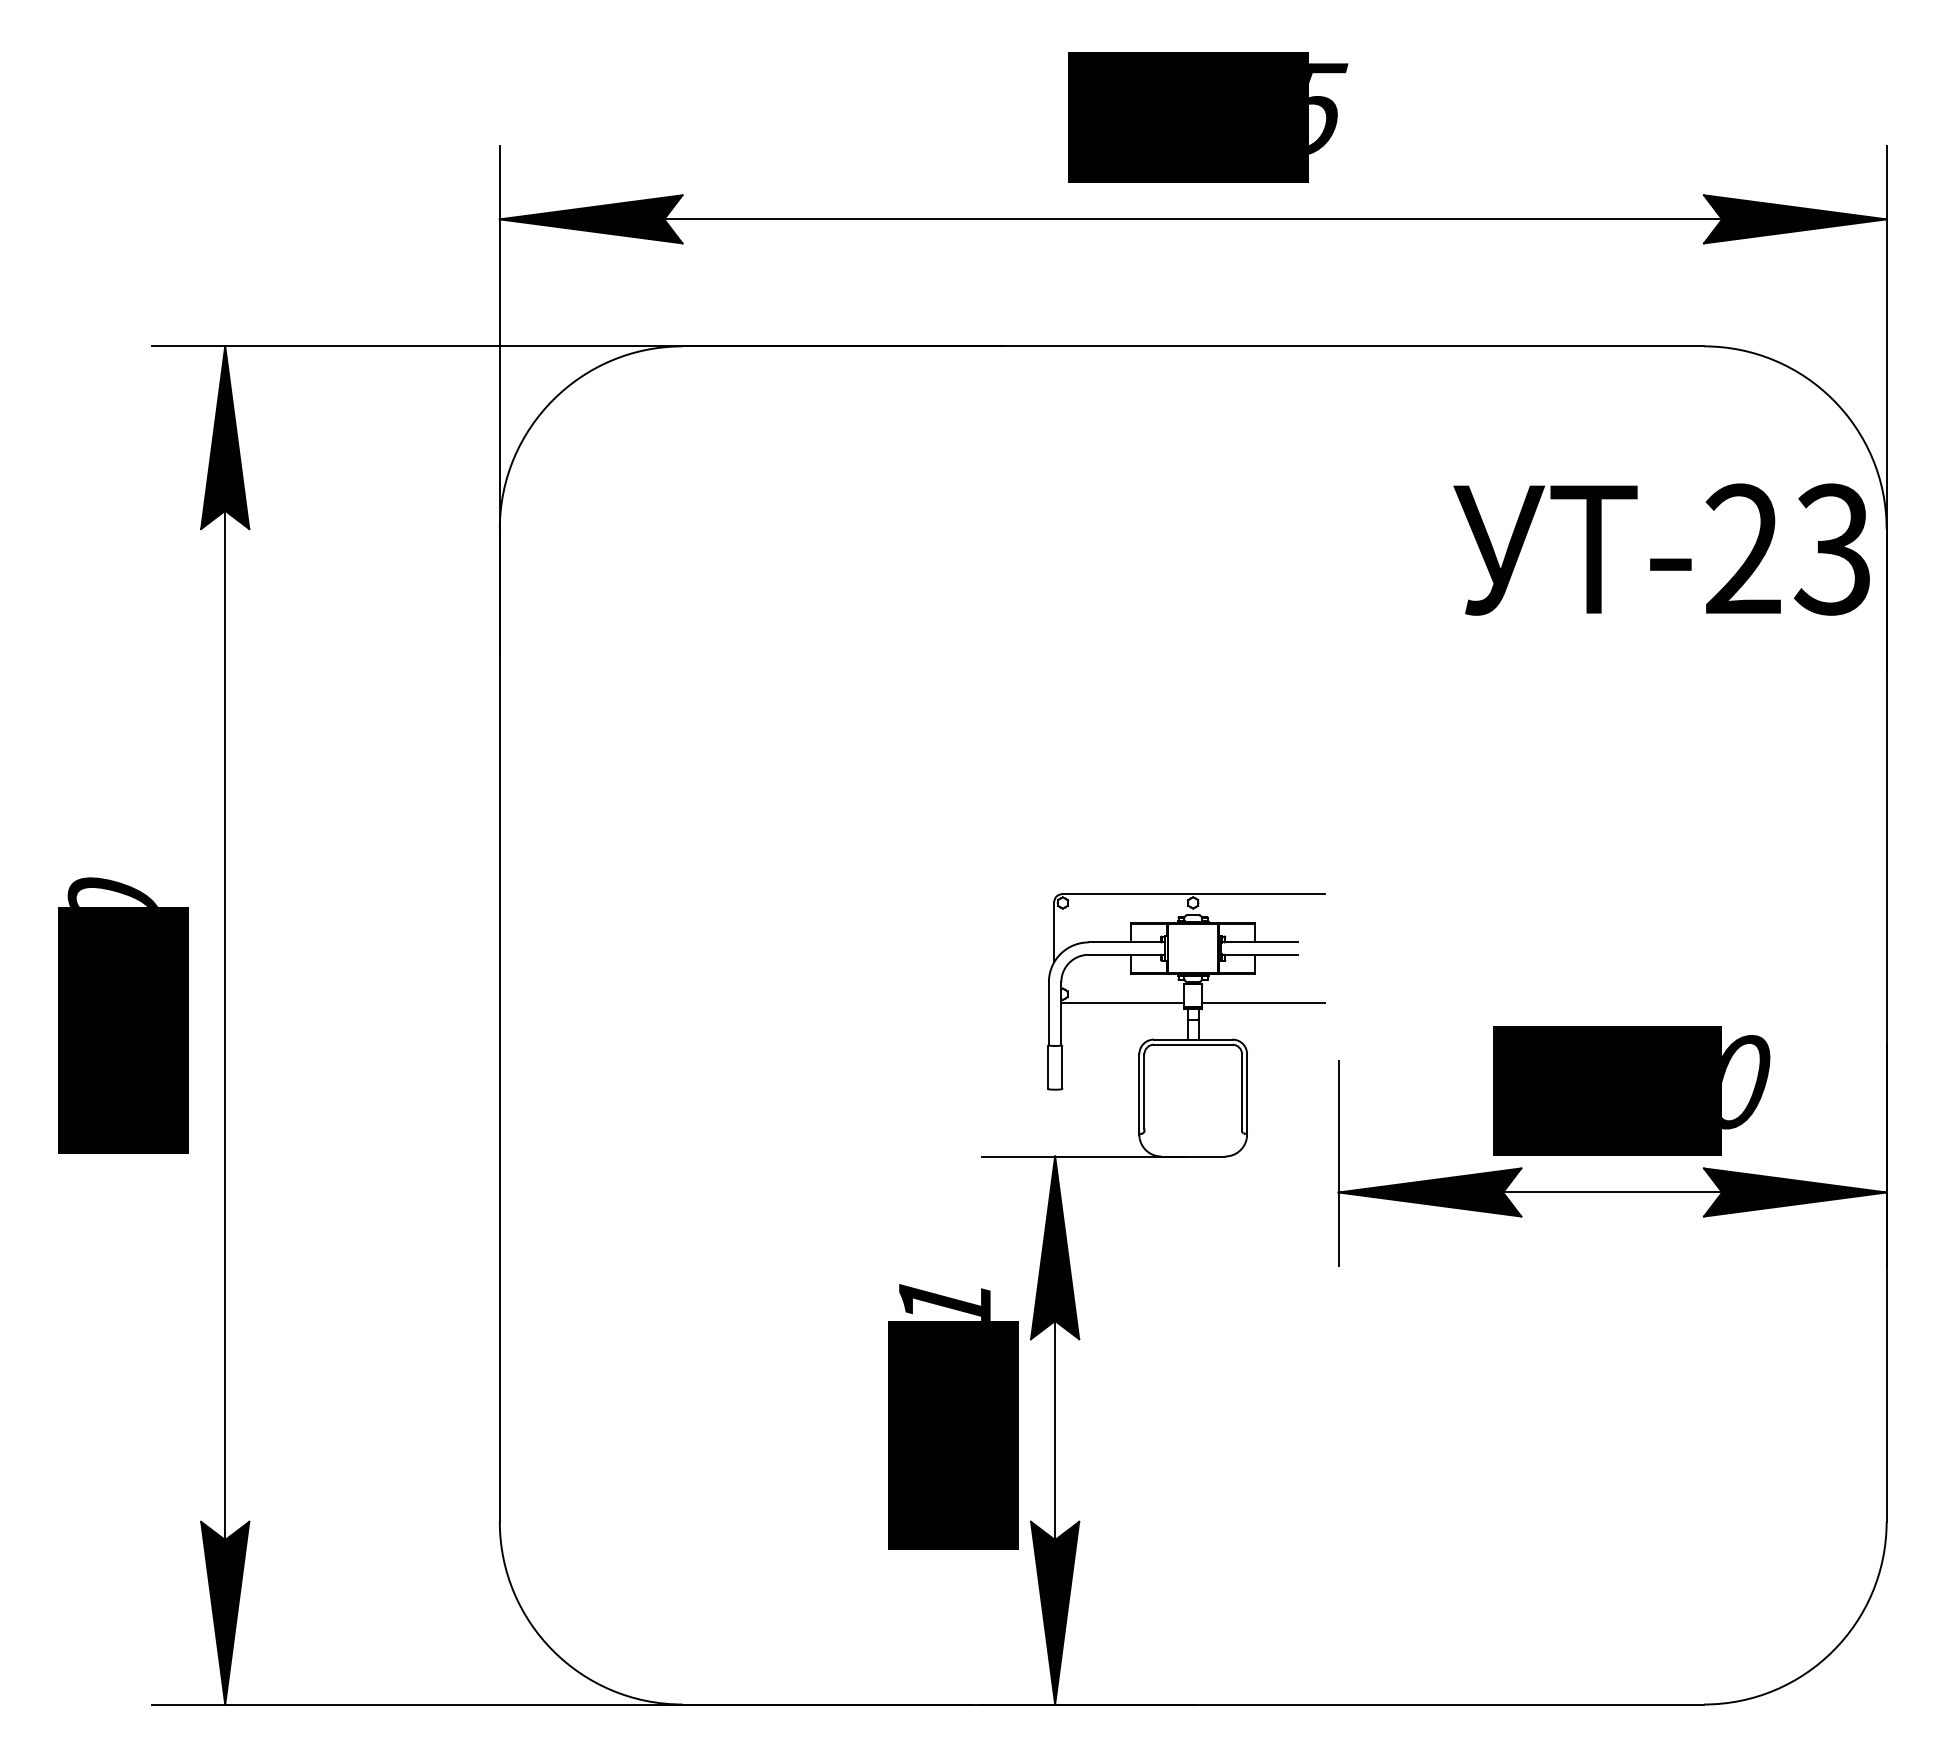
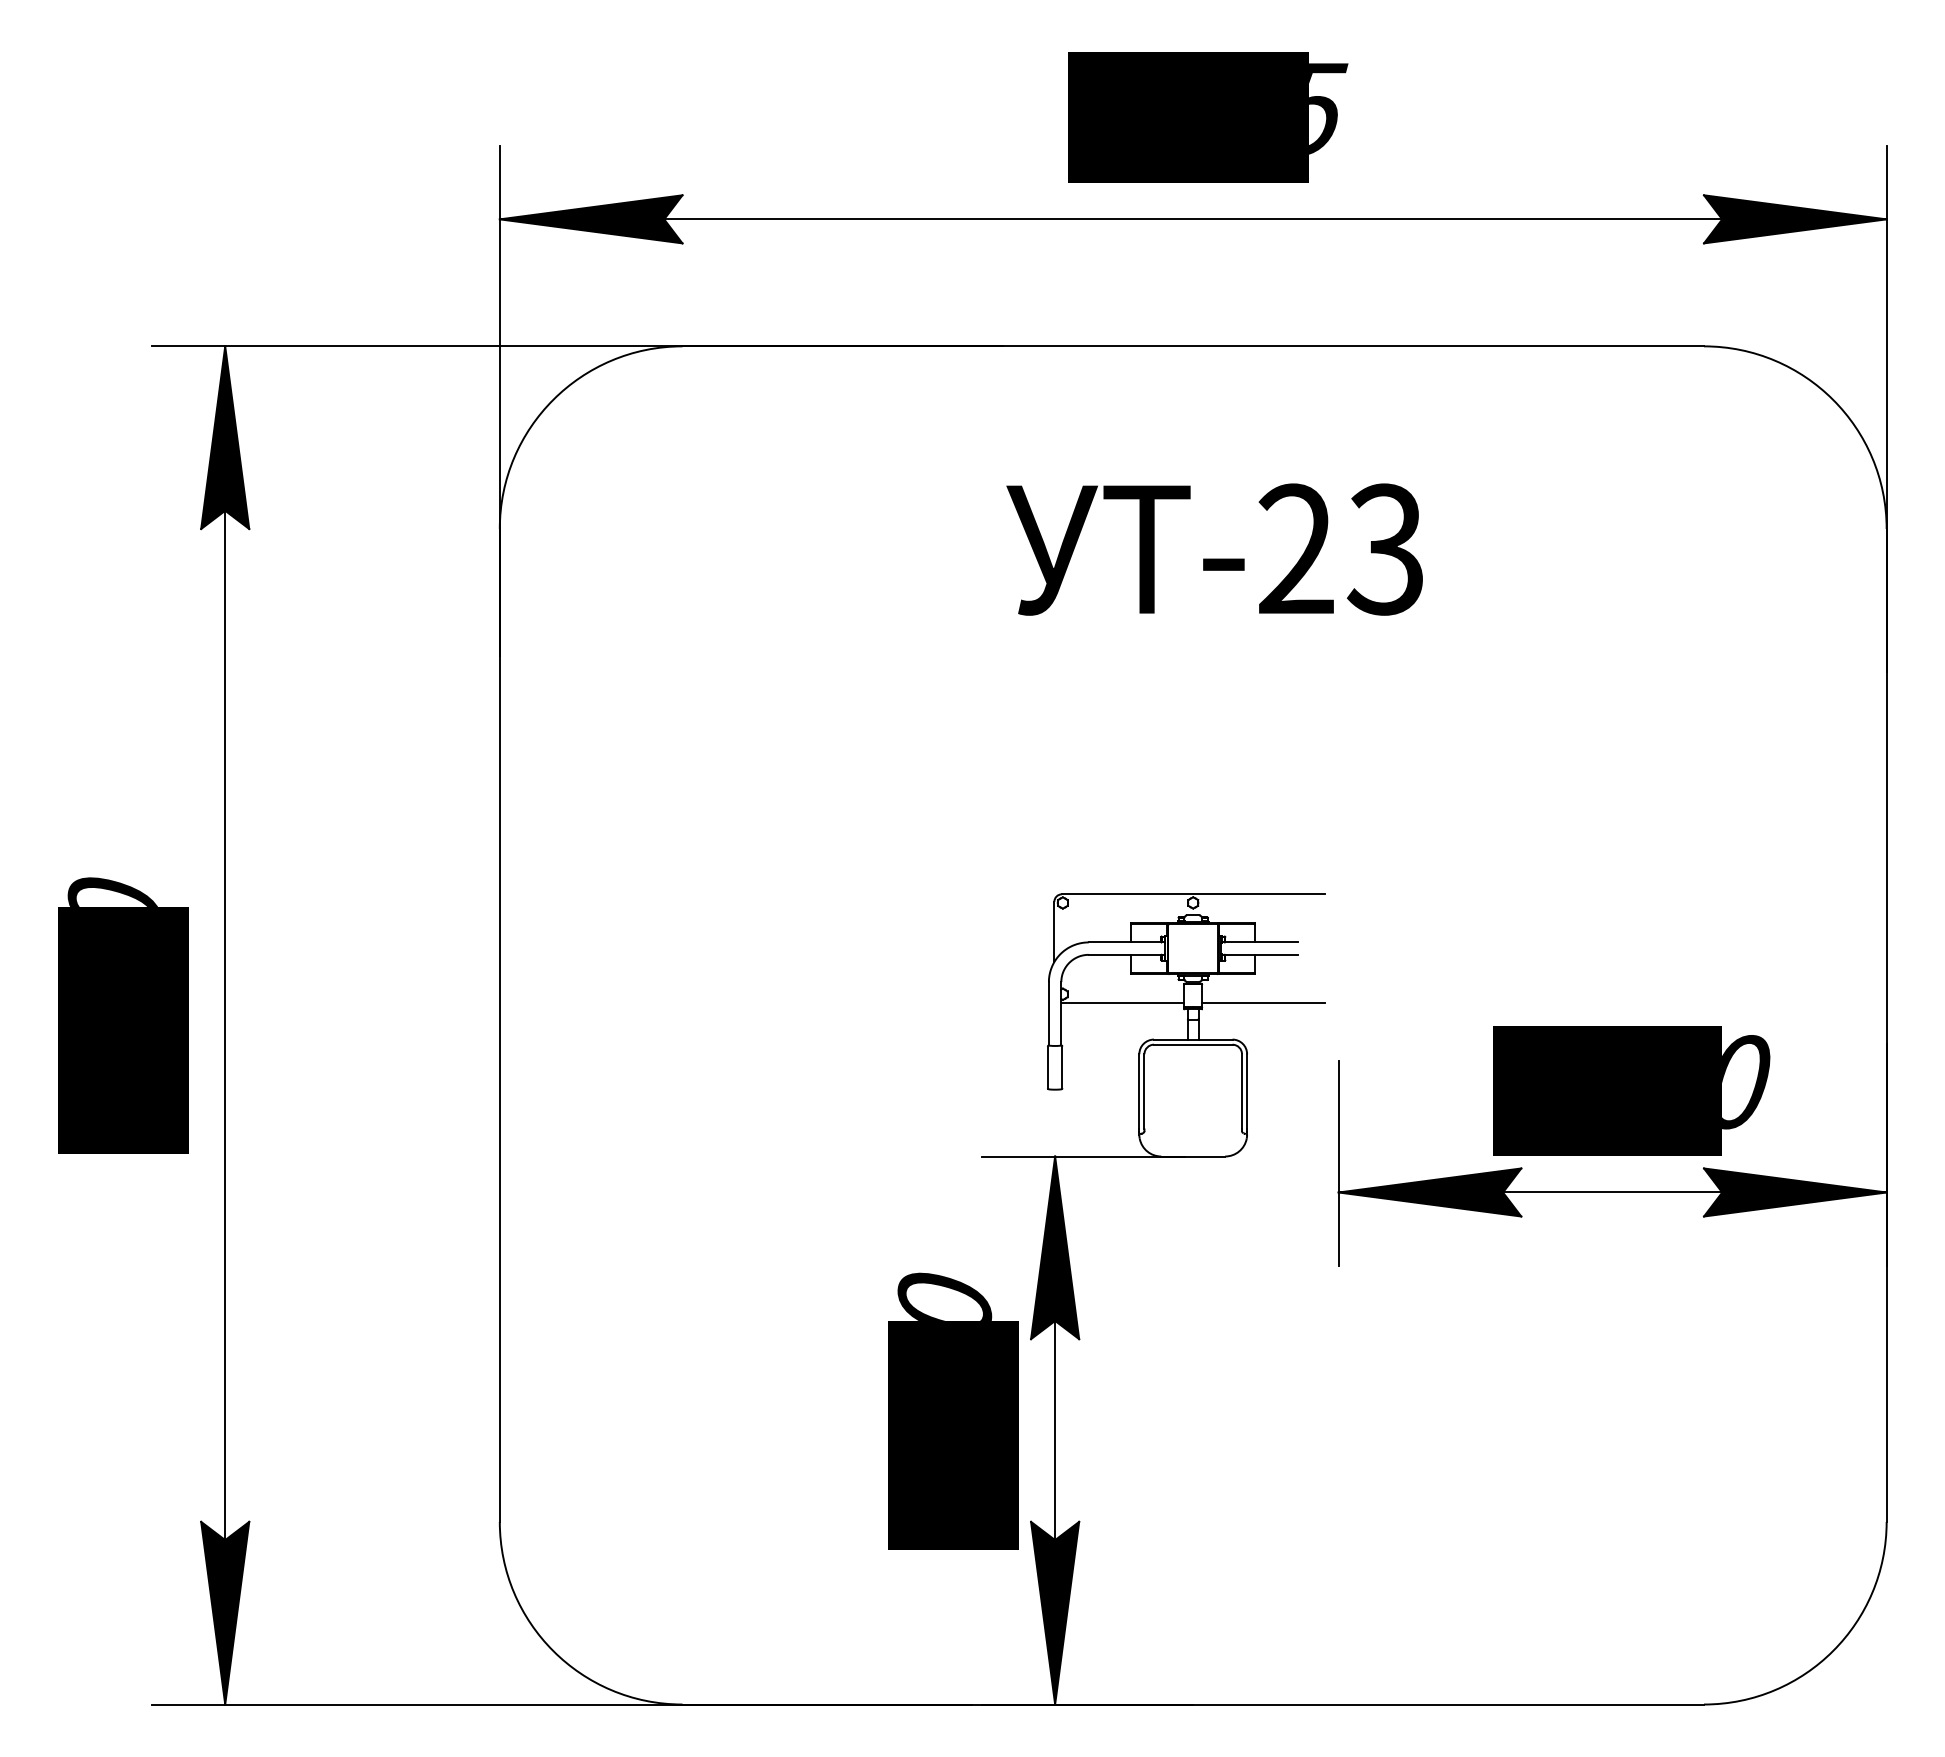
text at (1661, 549) position: (1661, 549) -> (1214, 549)
text at (944, 1296): 1501 -> 1500
